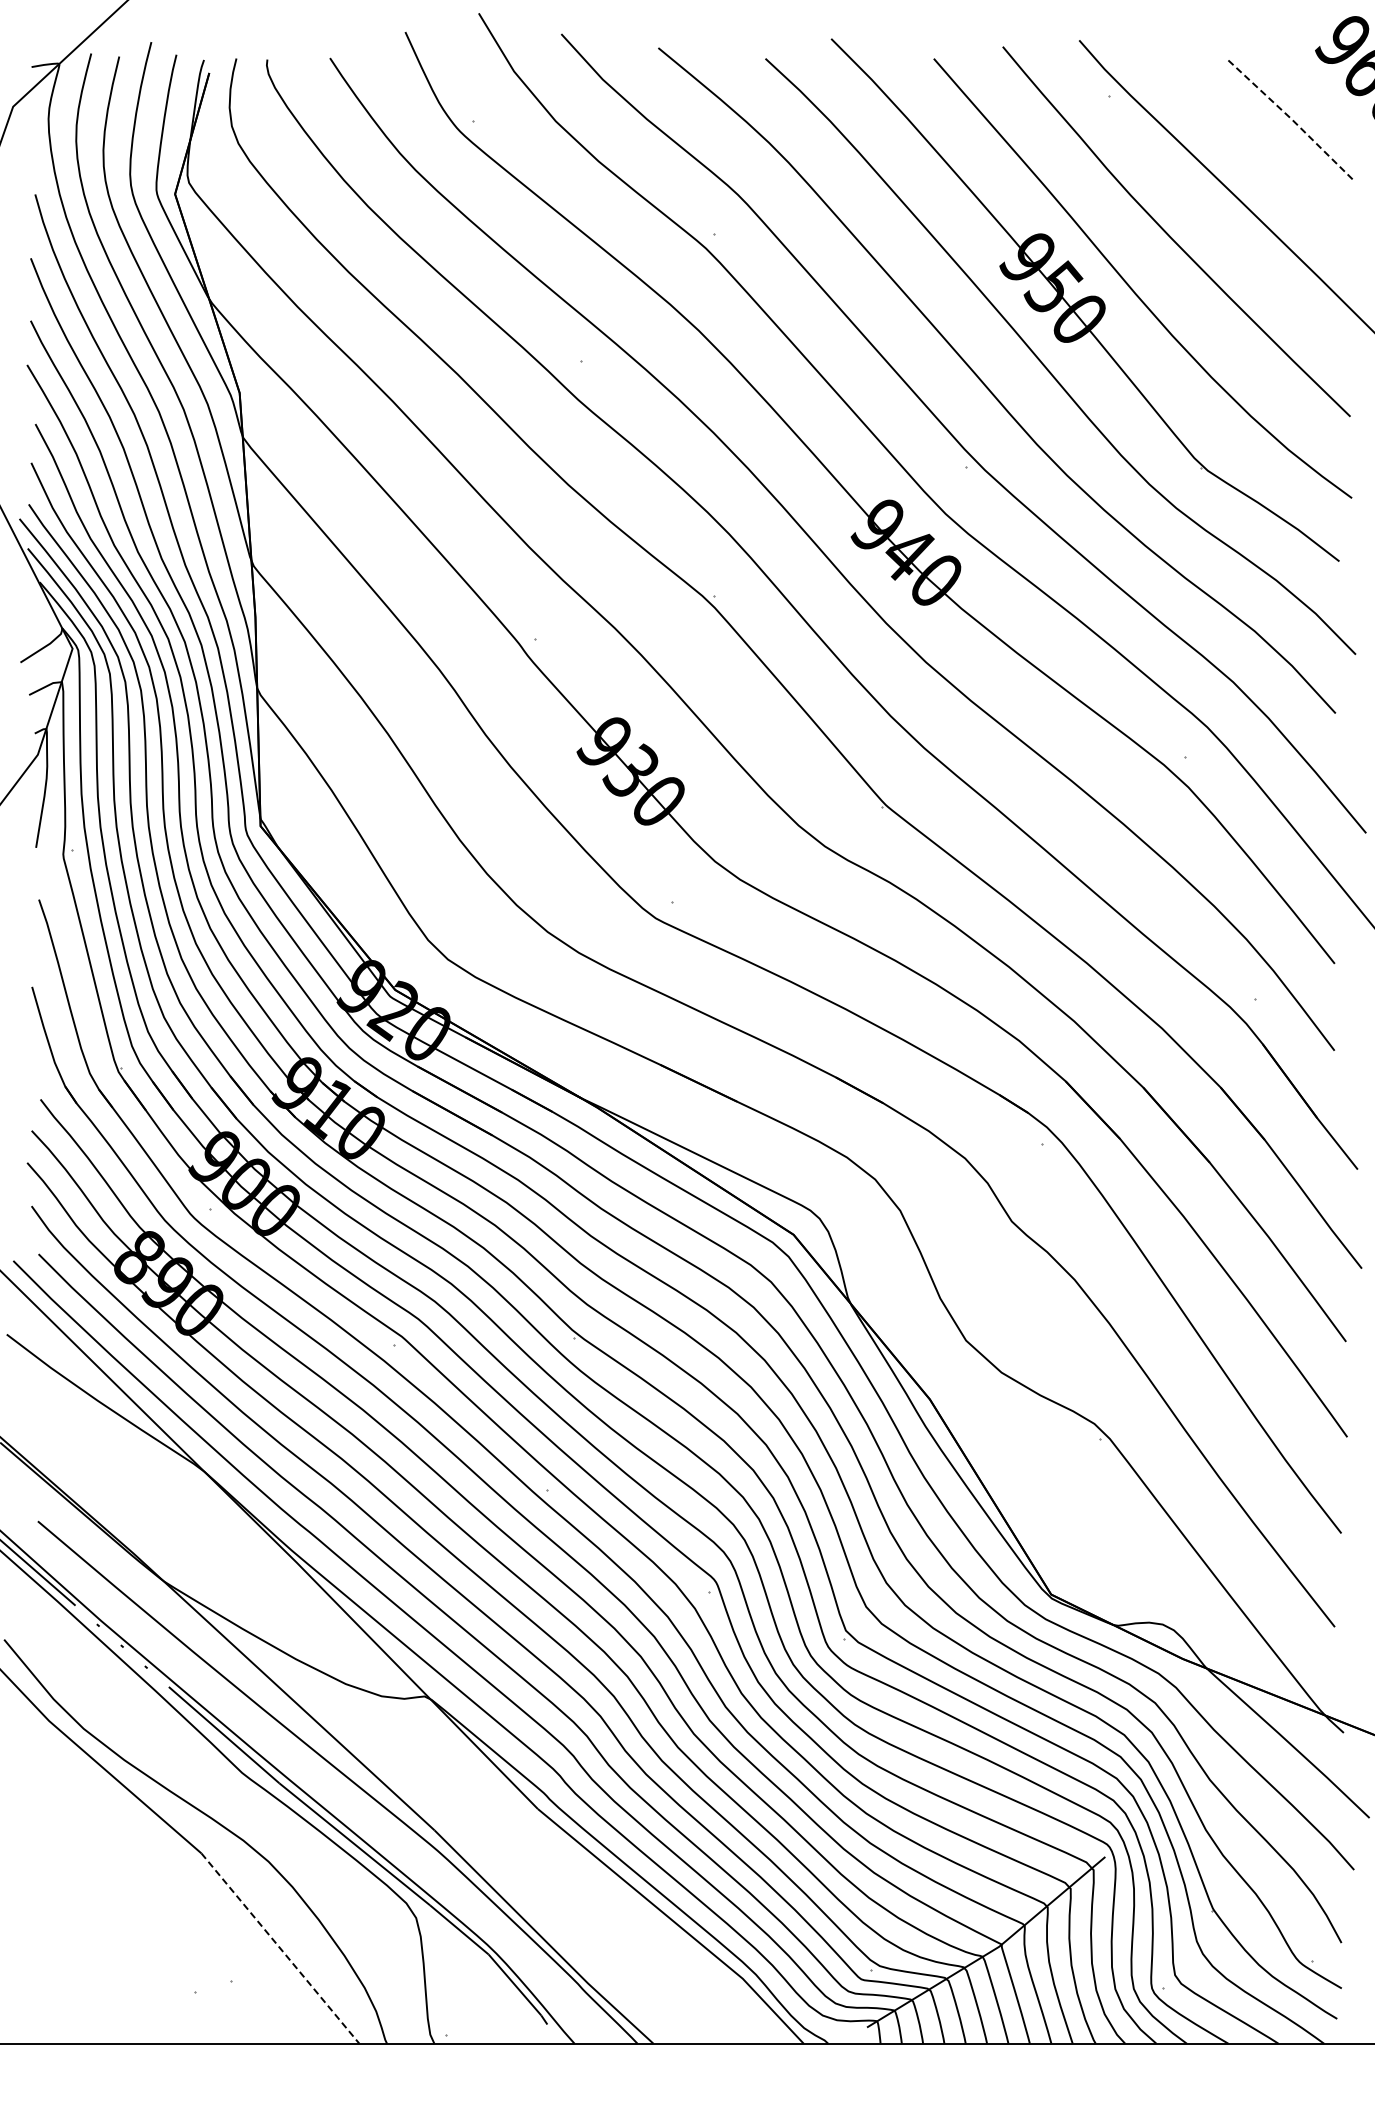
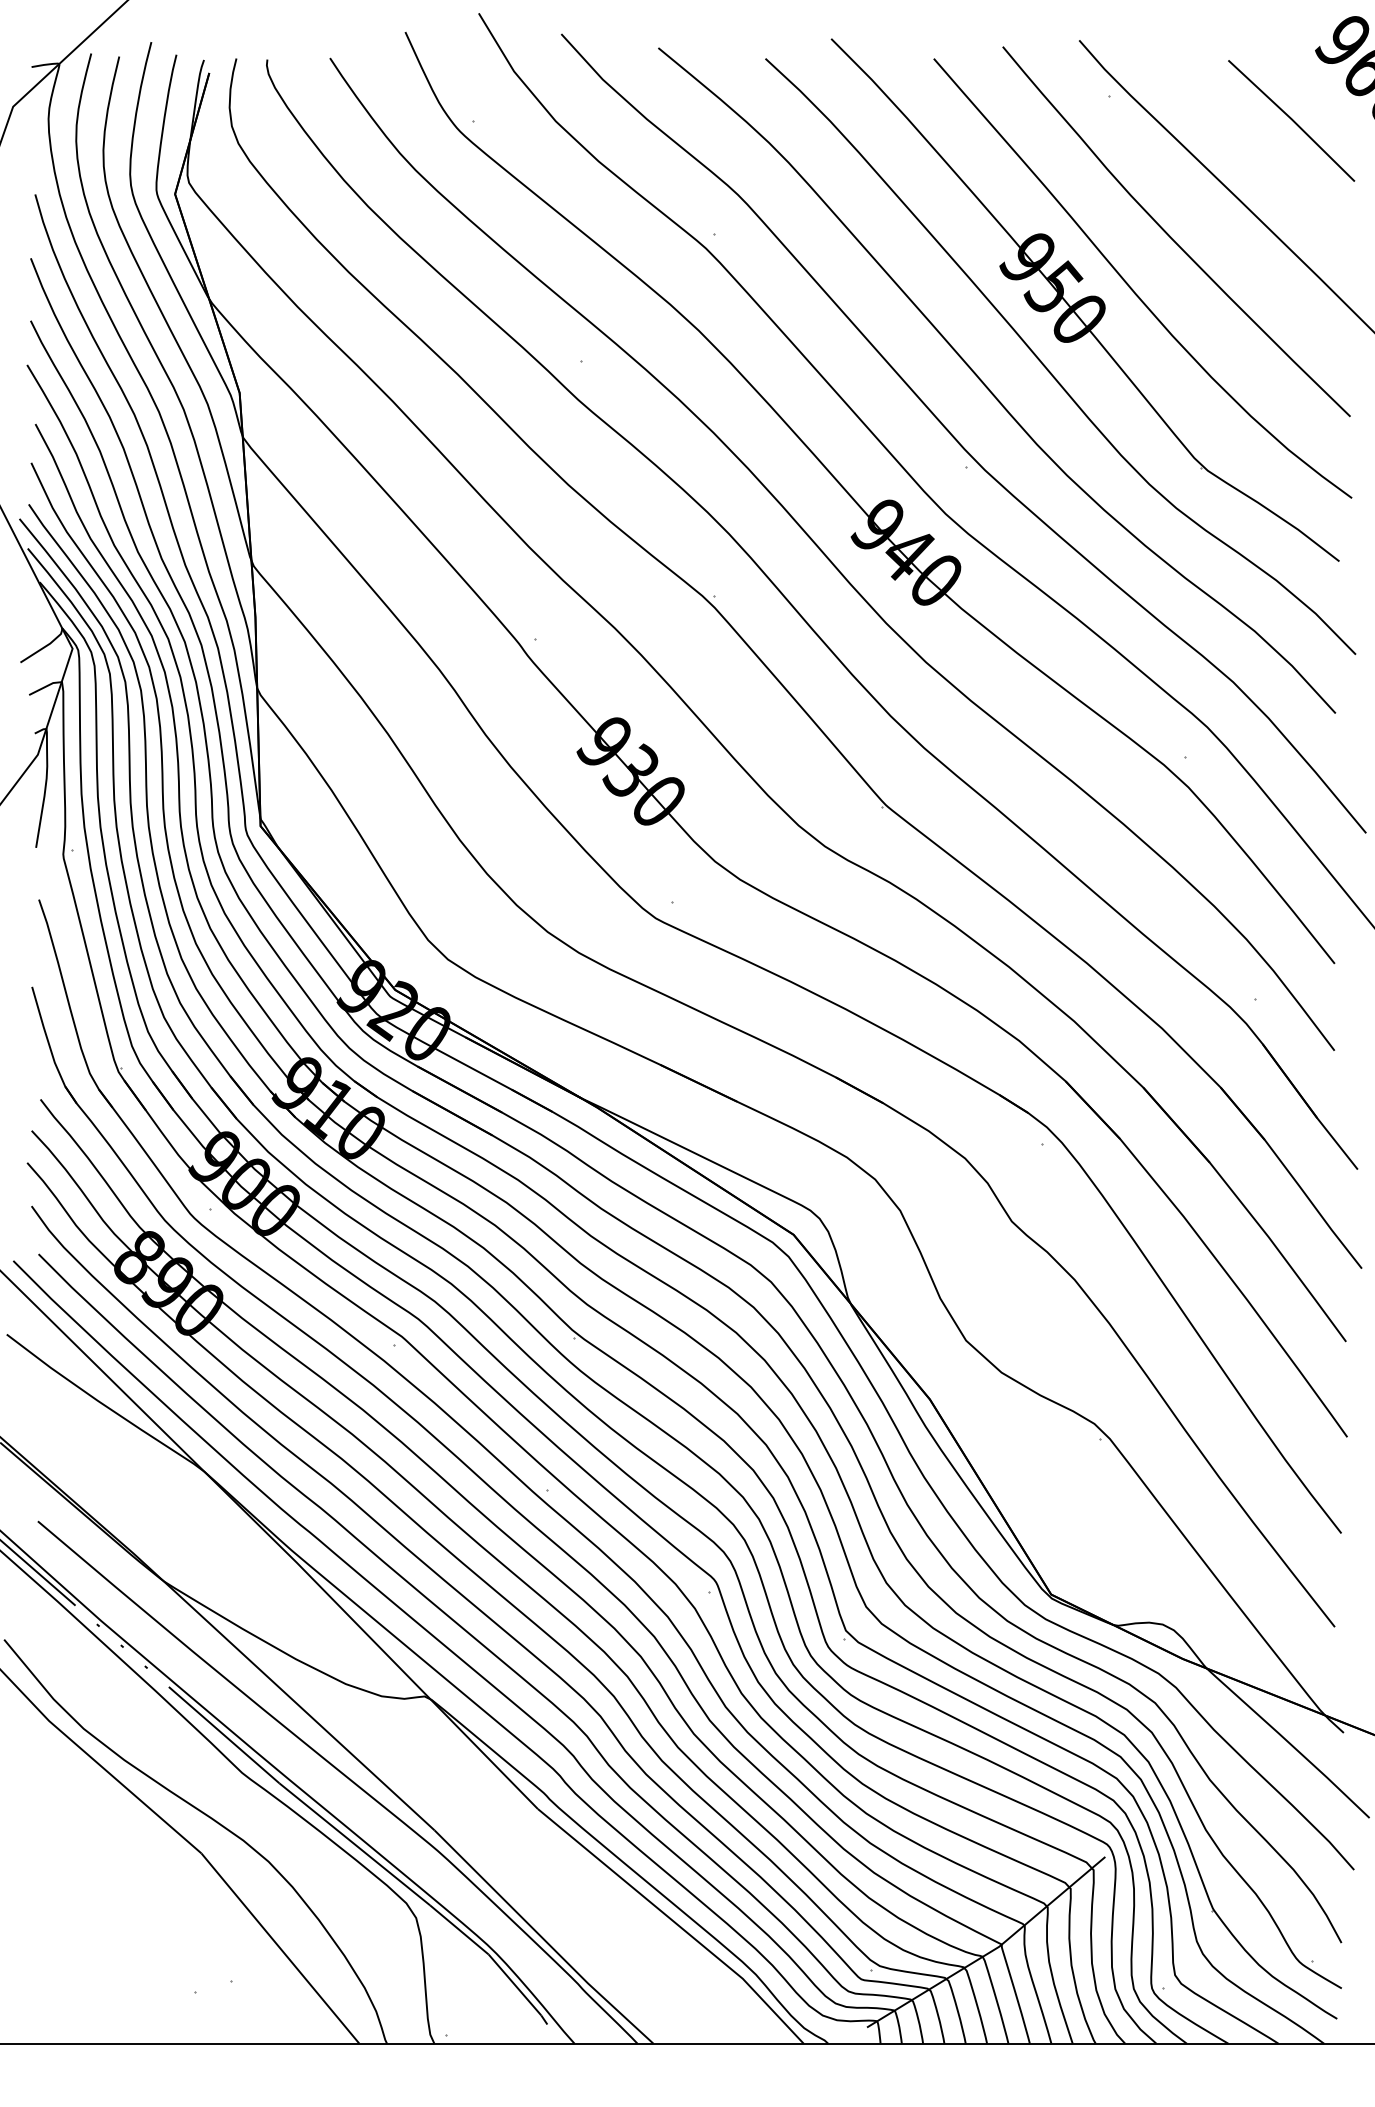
line at (1292, 120): dashed -> solid
line at (280, 1948): dashed -> solid
